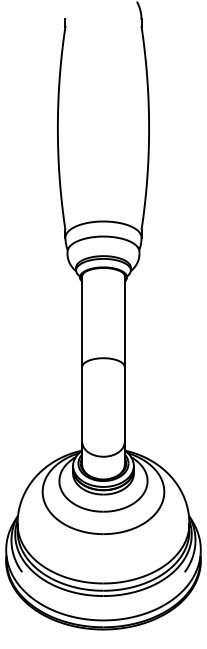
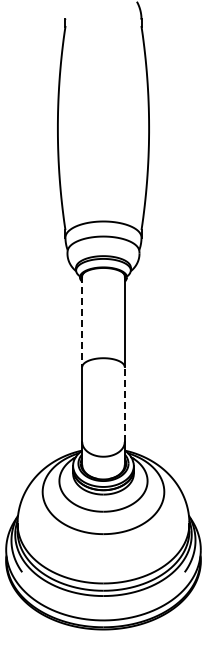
line at (82, 321): solid -> dashed
line at (124, 404): solid -> dashed
